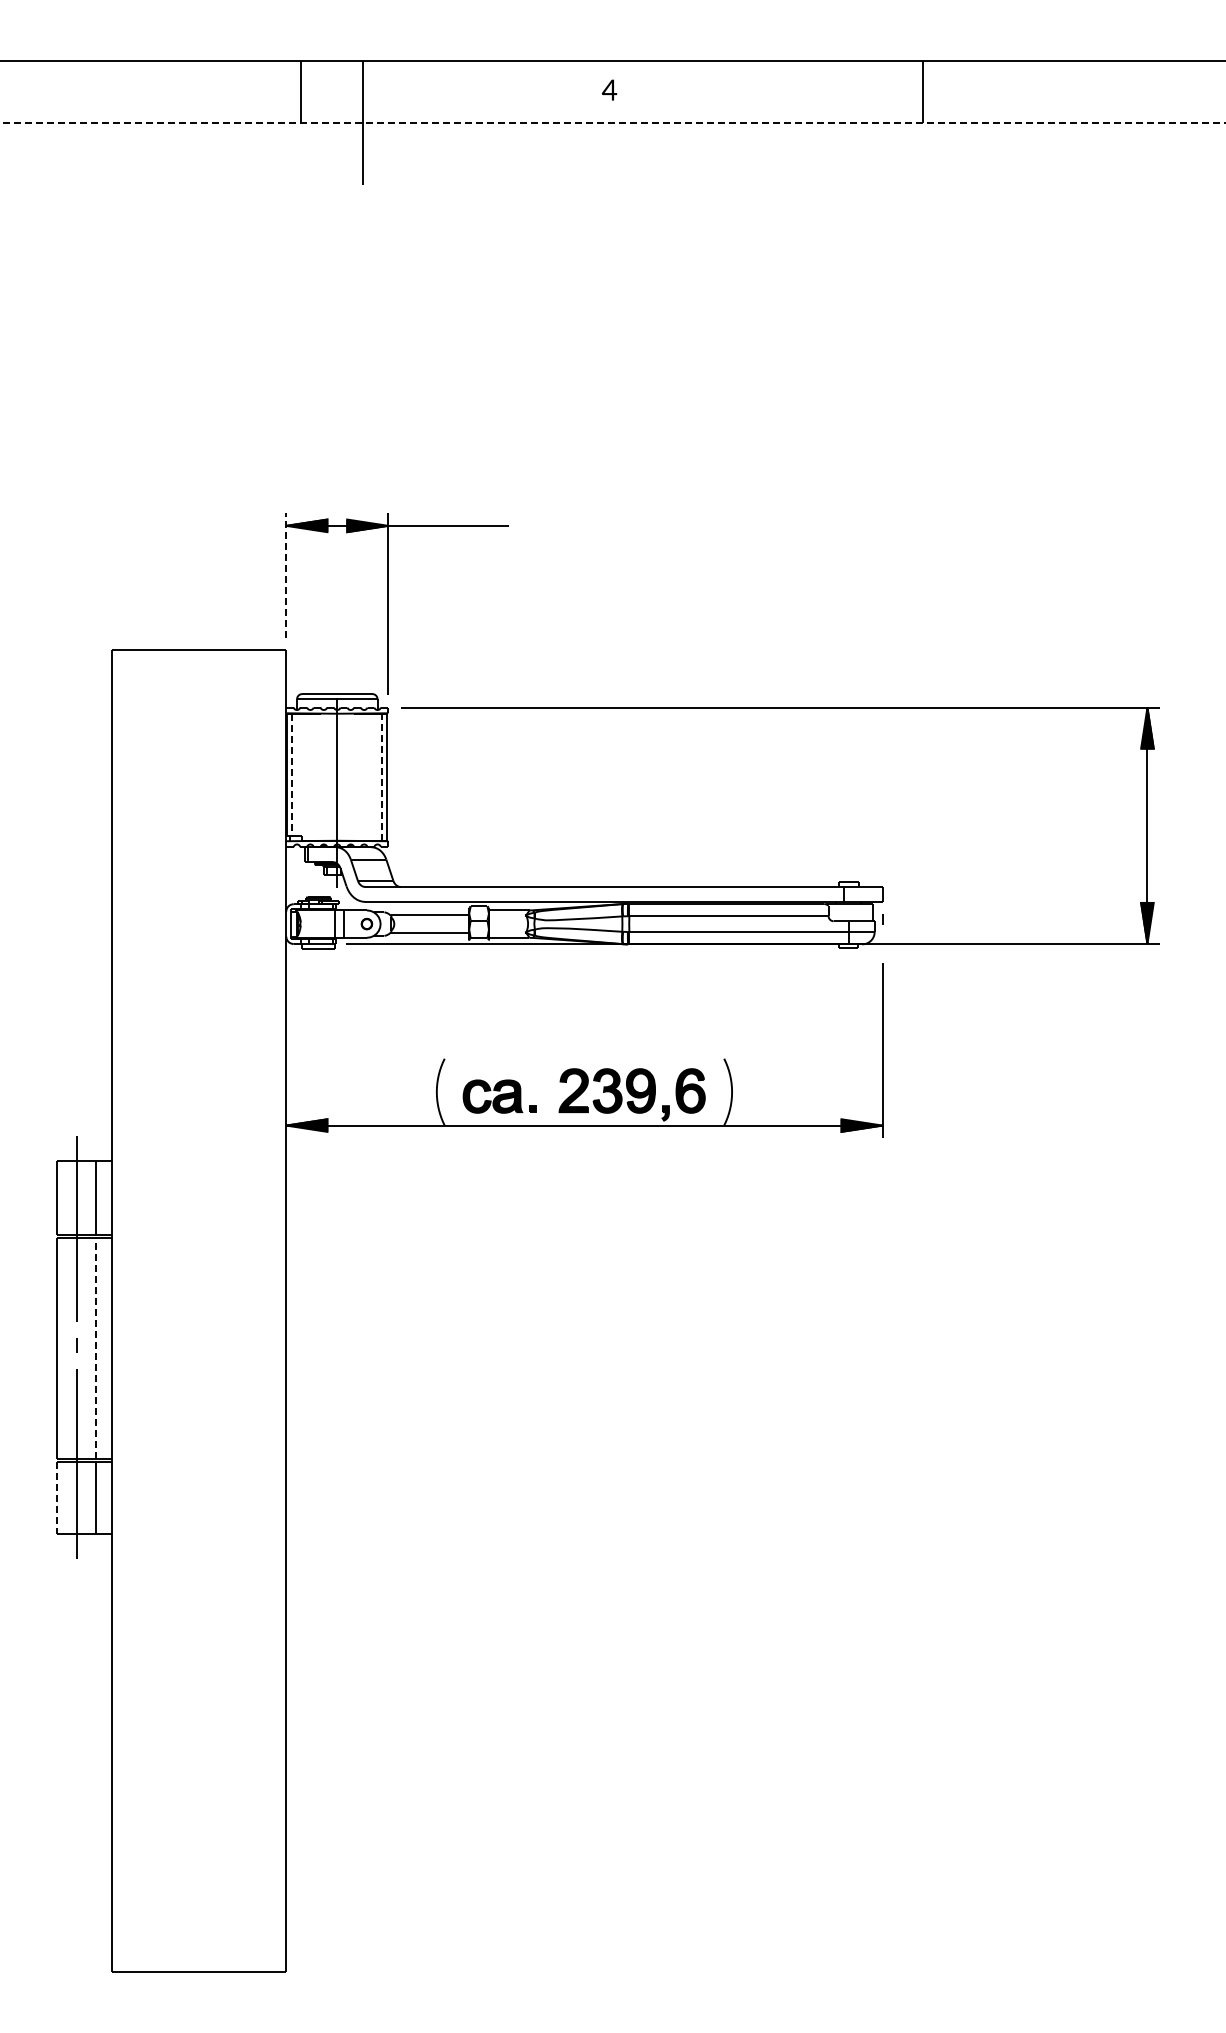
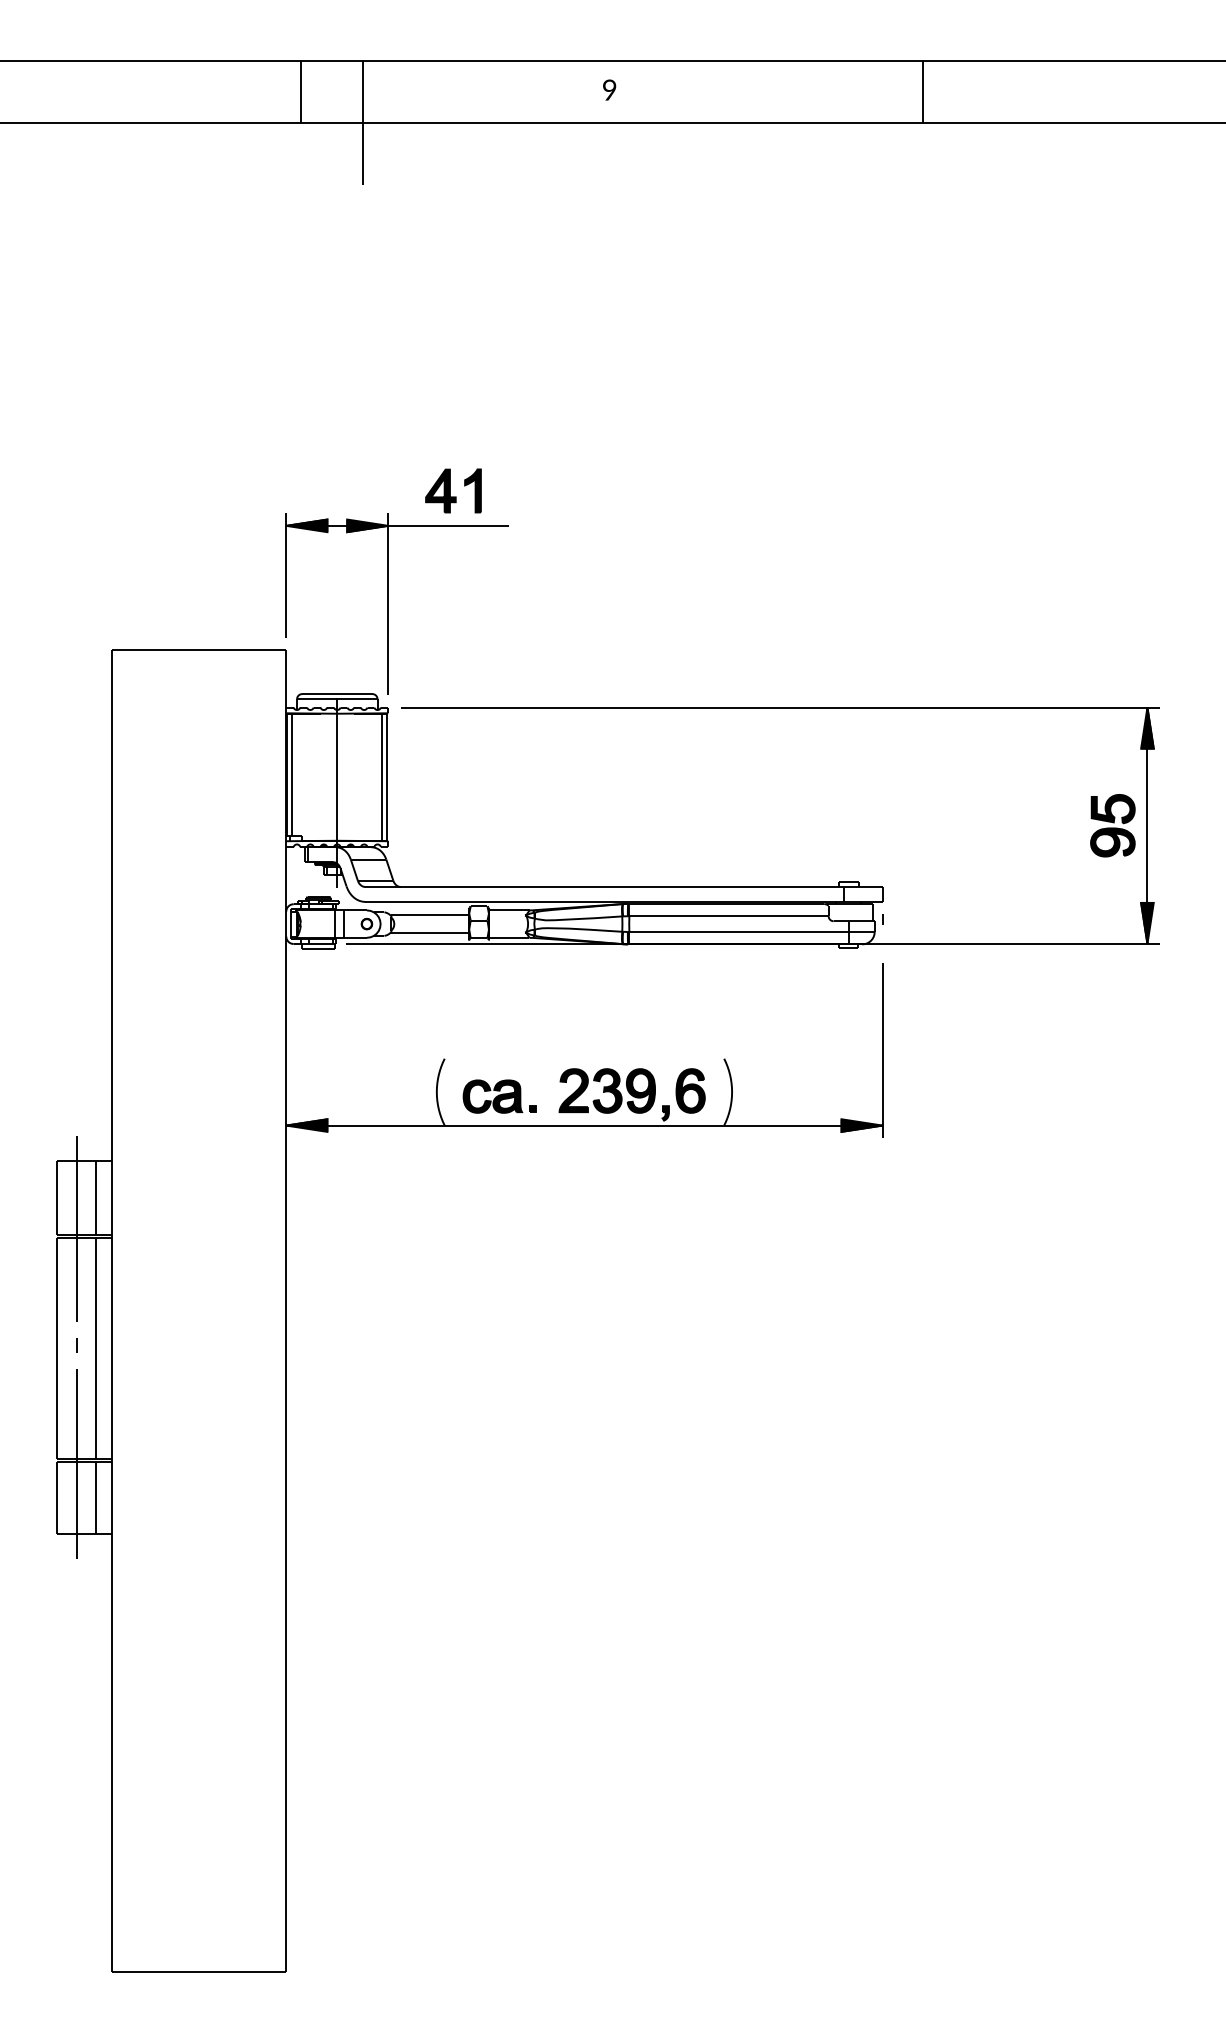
text at (609, 89): 4 -> 9
line at (613, 123): dashed -> solid
part at (453, 490): none -> present
line at (286, 575): dashed -> solid
line at (291, 775): dashed -> solid
line at (382, 777): dashed -> solid
part at (1112, 825): none -> present
line at (96, 1348): dashed -> solid
line at (57, 1498): dashed -> solid
